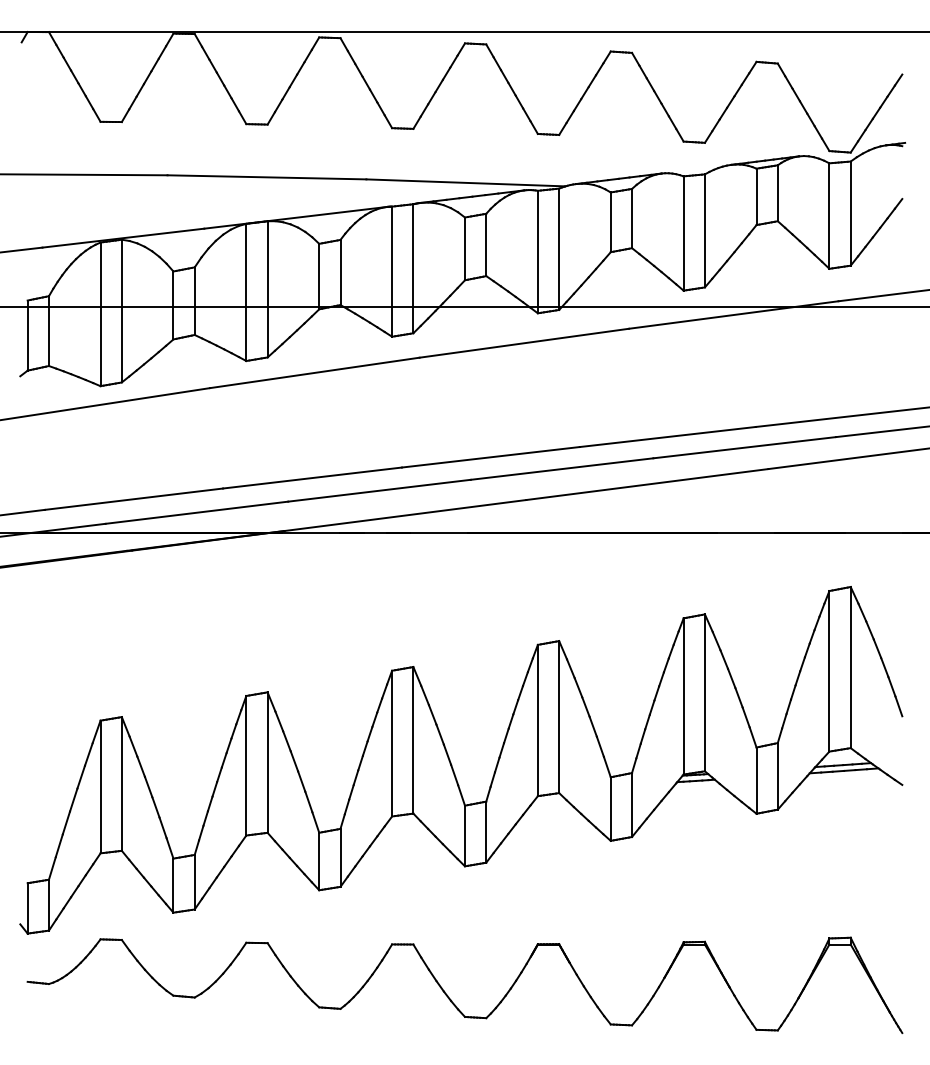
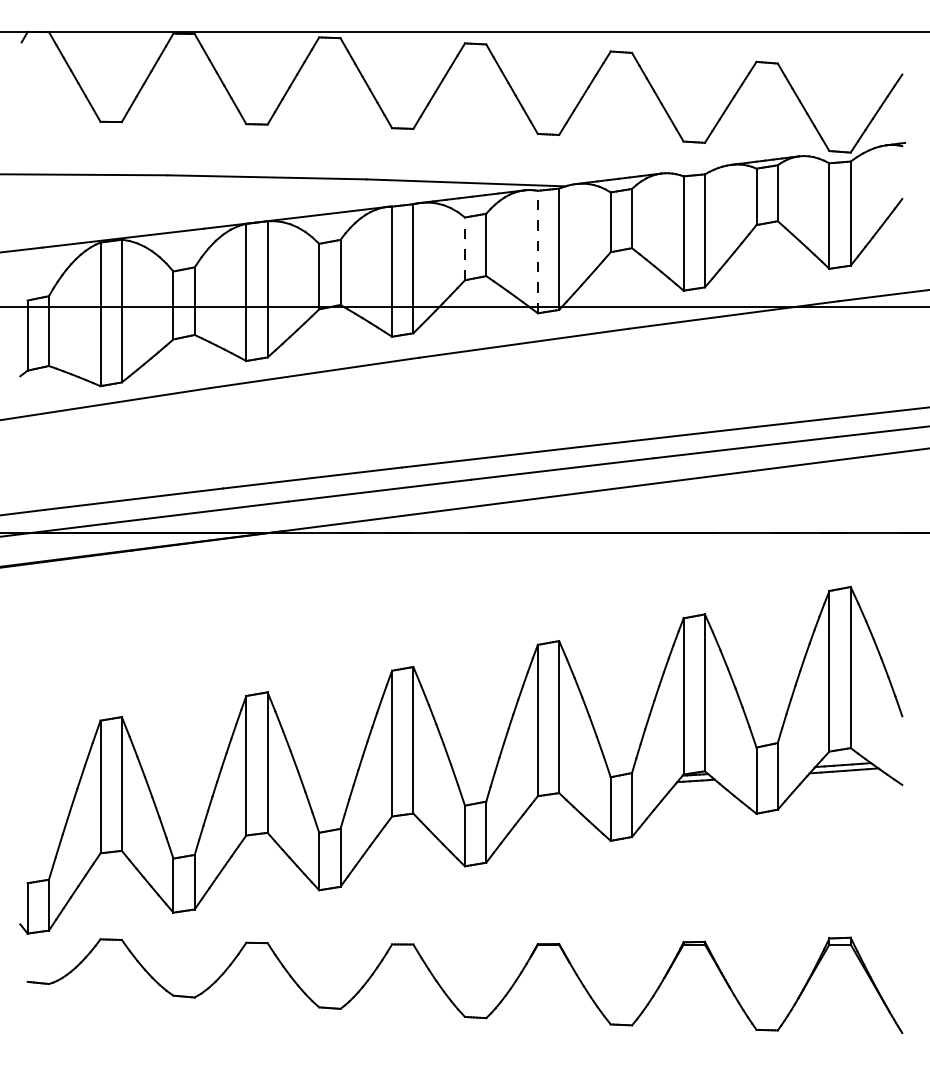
line at (465, 248): solid -> dashed
line at (537, 251): solid -> dashed
